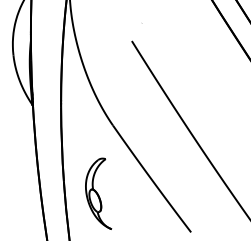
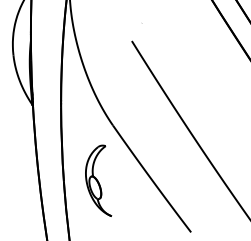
part at (98, 193) position: (98, 193) -> (98, 180)
